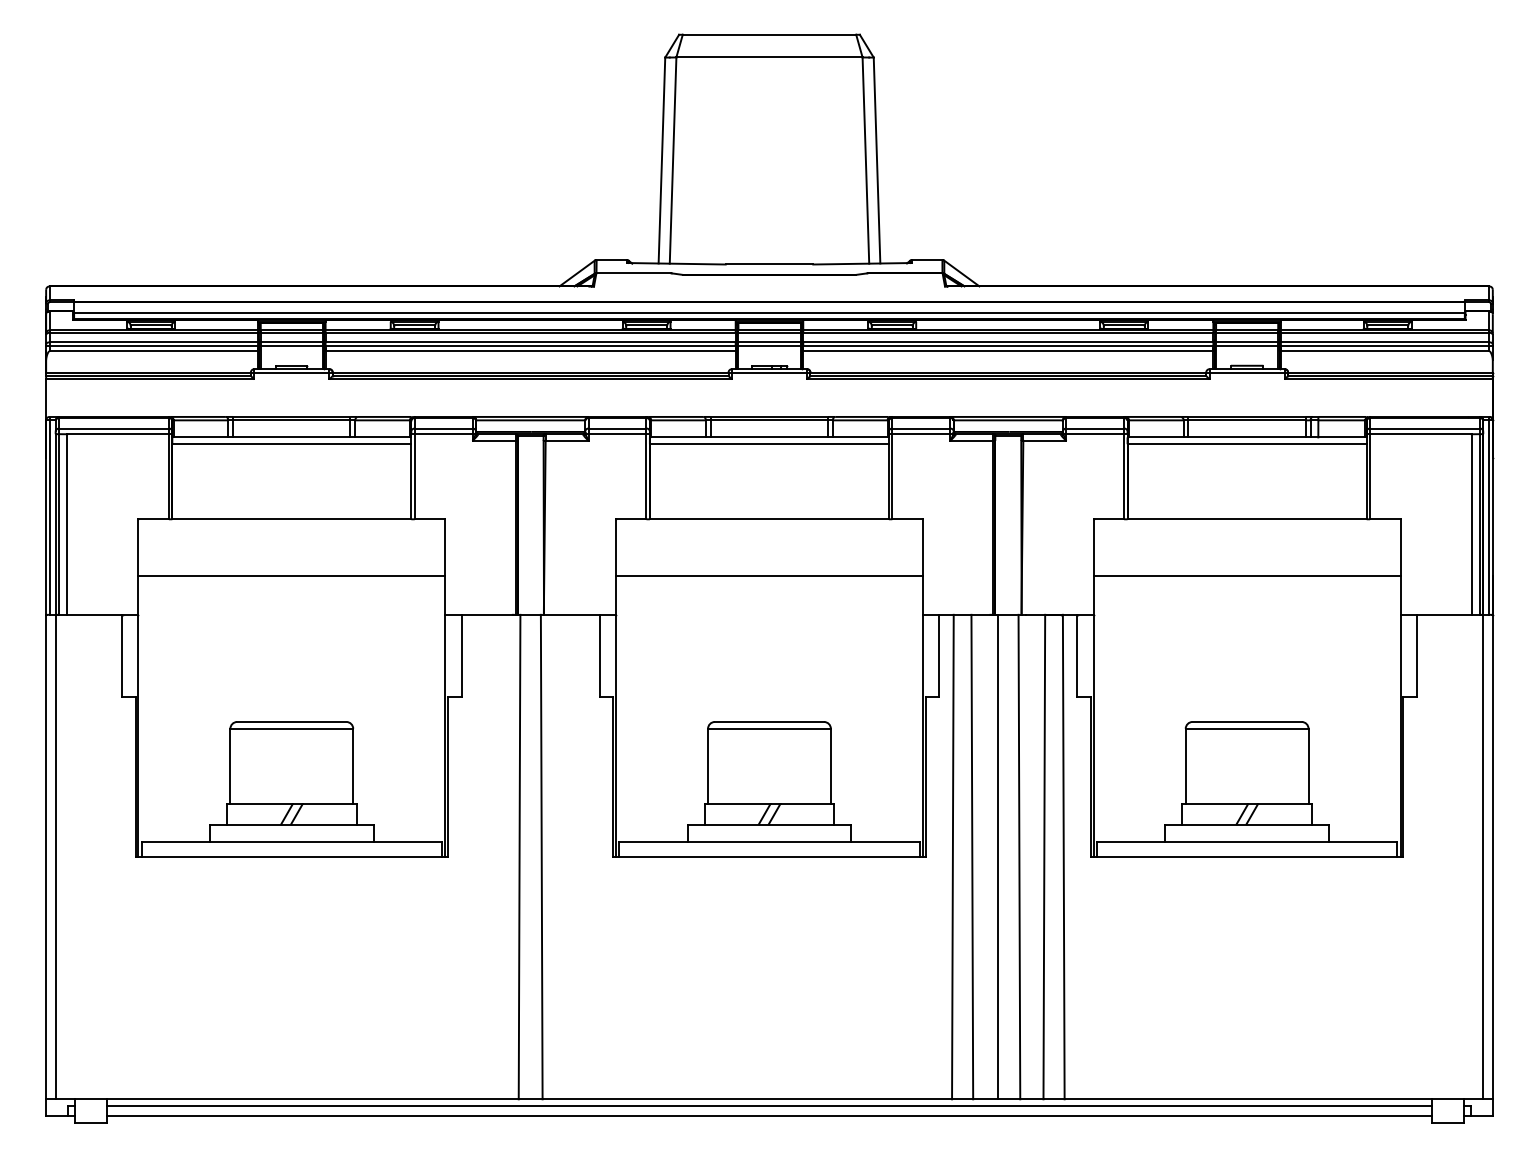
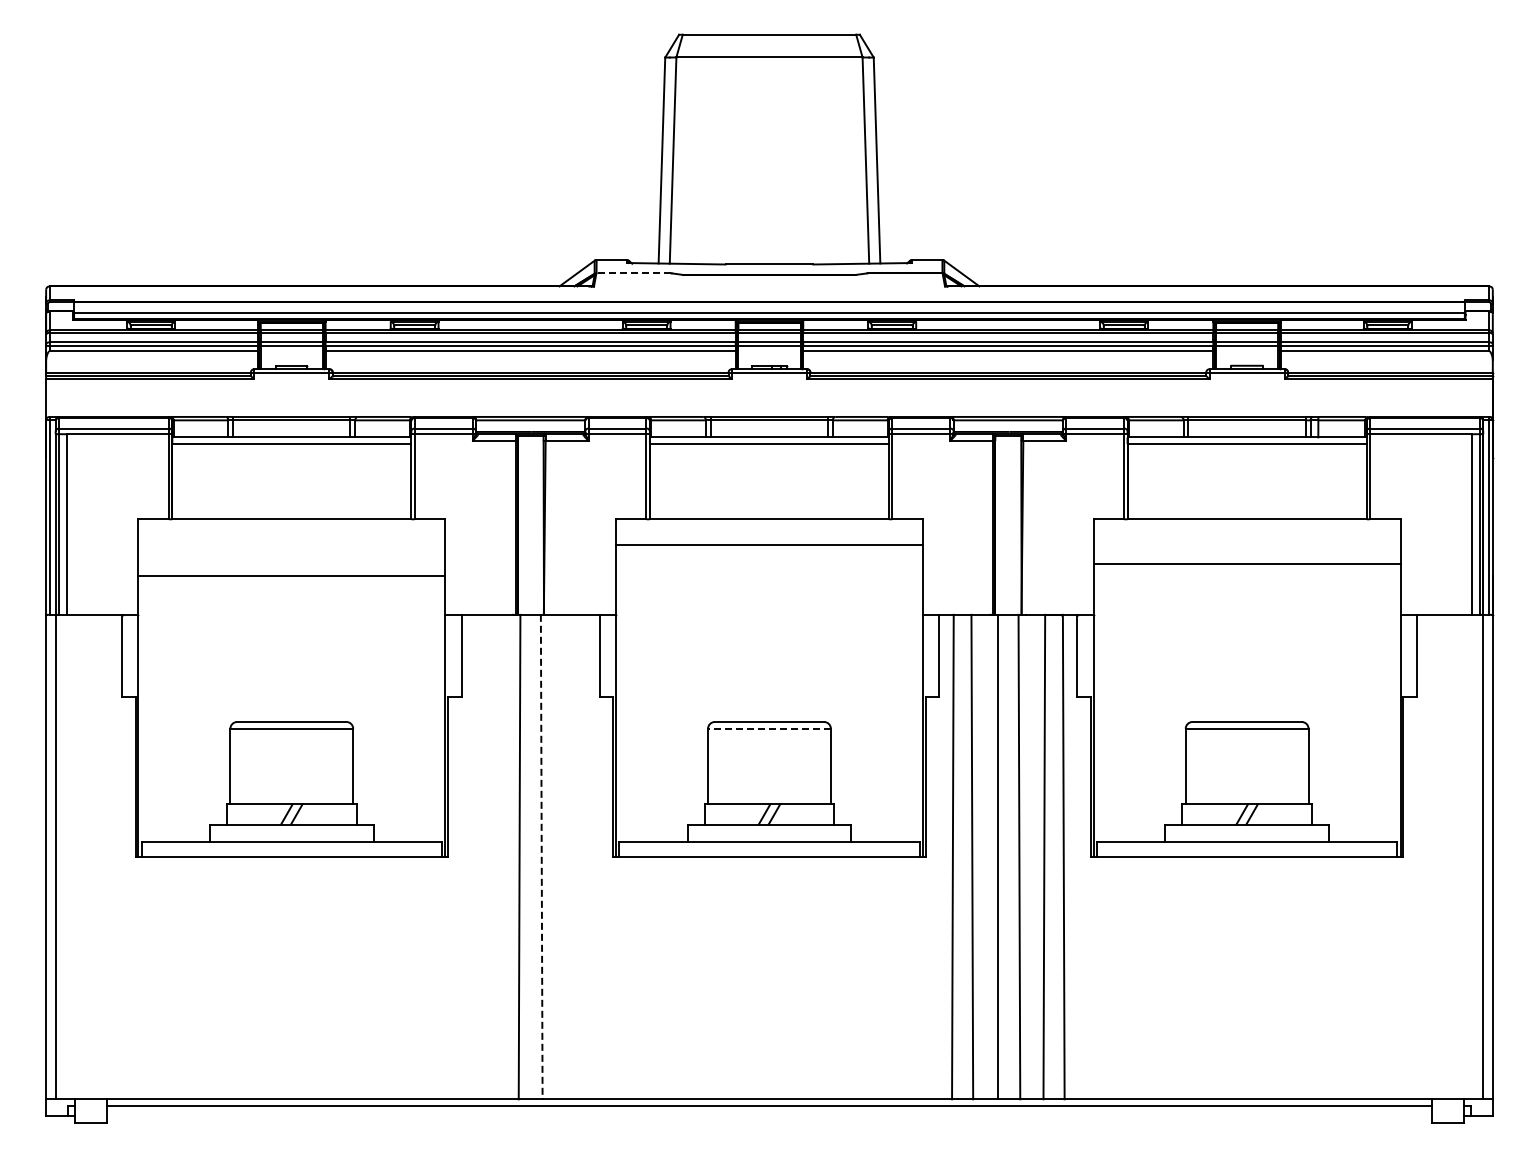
line at (633, 273): solid -> dashed
line at (769, 575) position: (769, 575) -> (769, 544)
line at (1246, 575) position: (1246, 575) -> (1246, 563)
line at (768, 728): solid -> dashed
line at (541, 857): solid -> dashed
line at (769, 1116): present -> none
